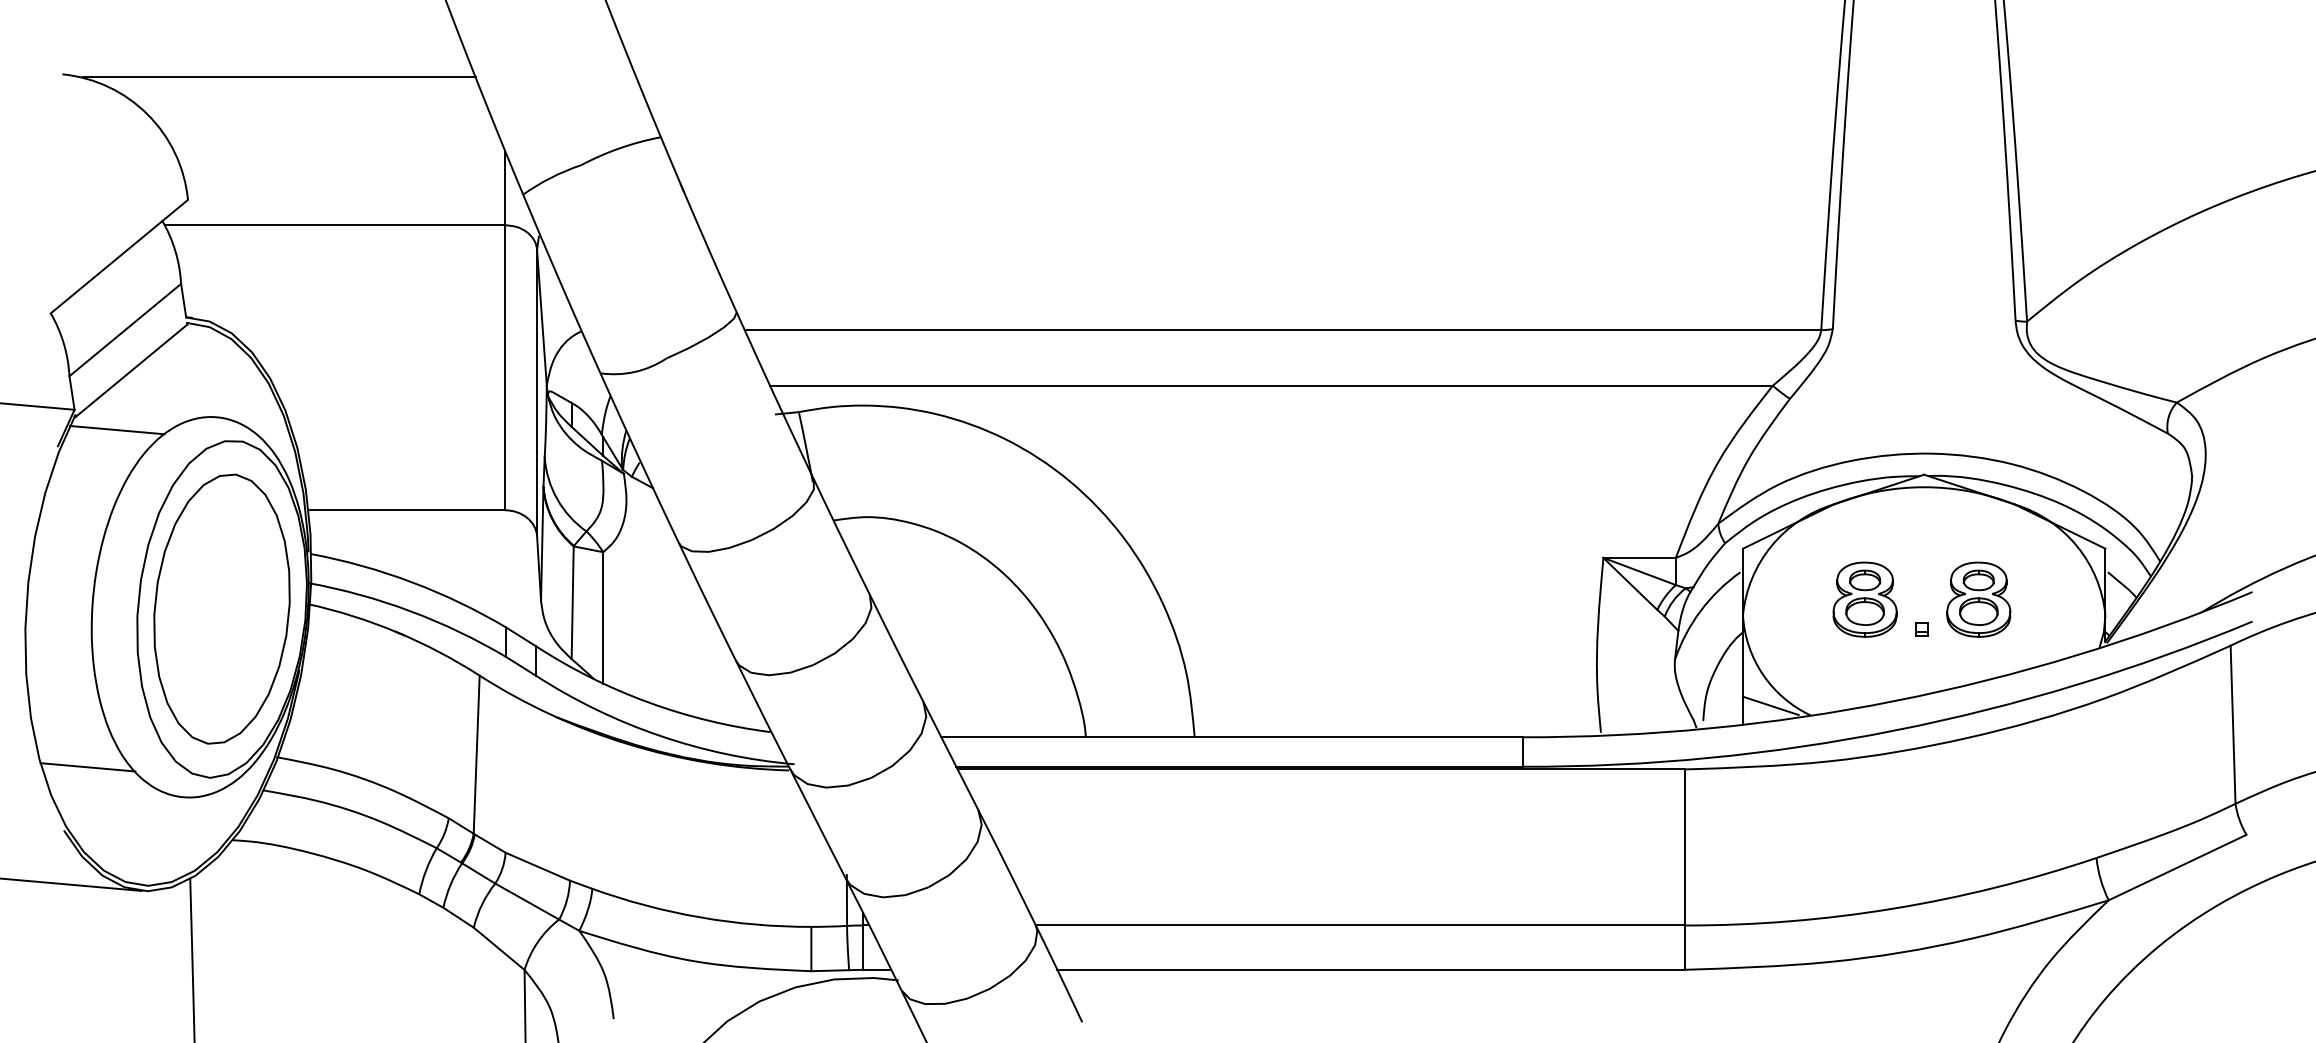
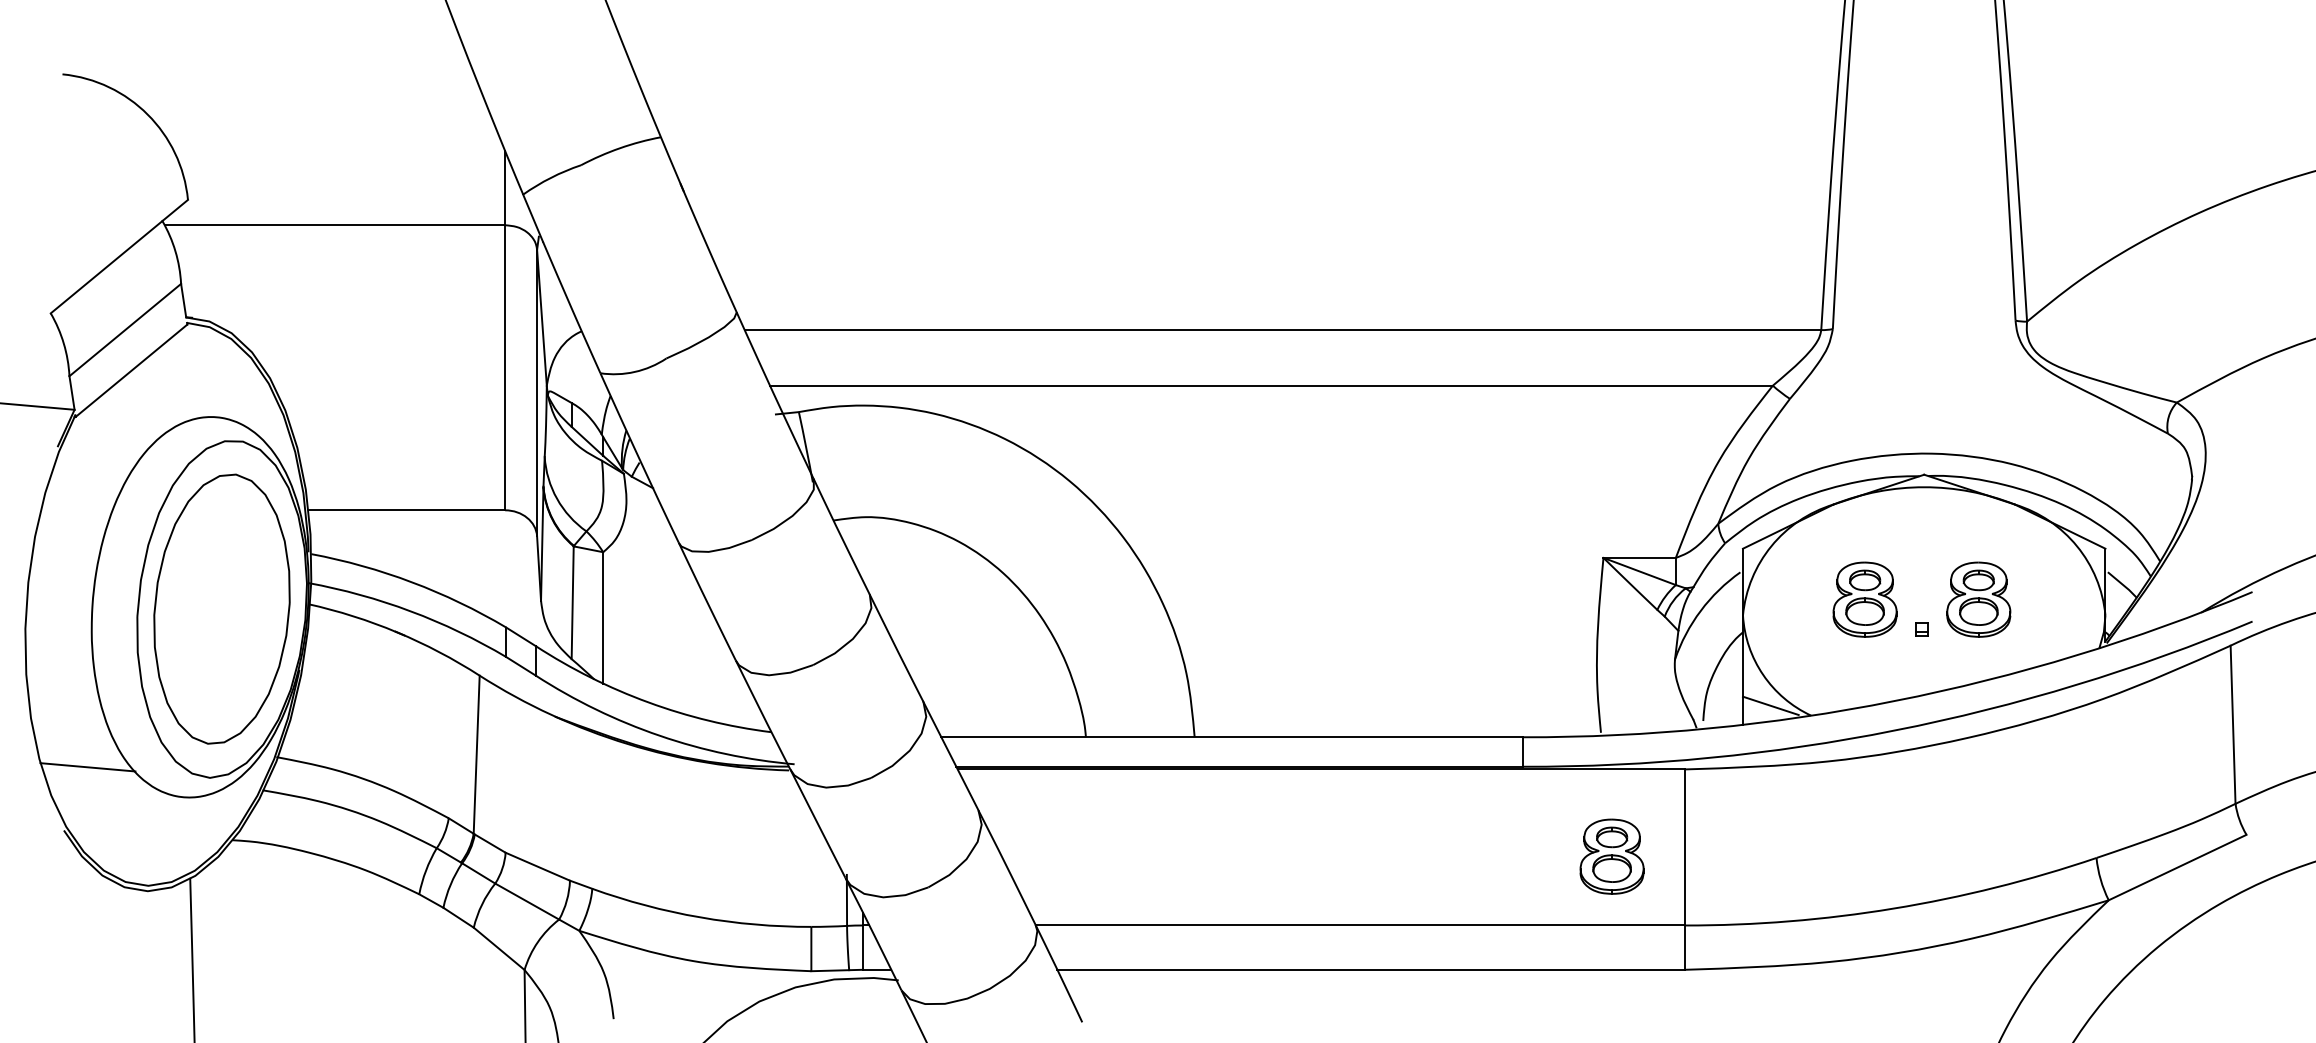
line at (279, 77): present -> none
line at (117, 429): present -> none
part at (1611, 856): none -> present
line at (71, 884): present -> none
